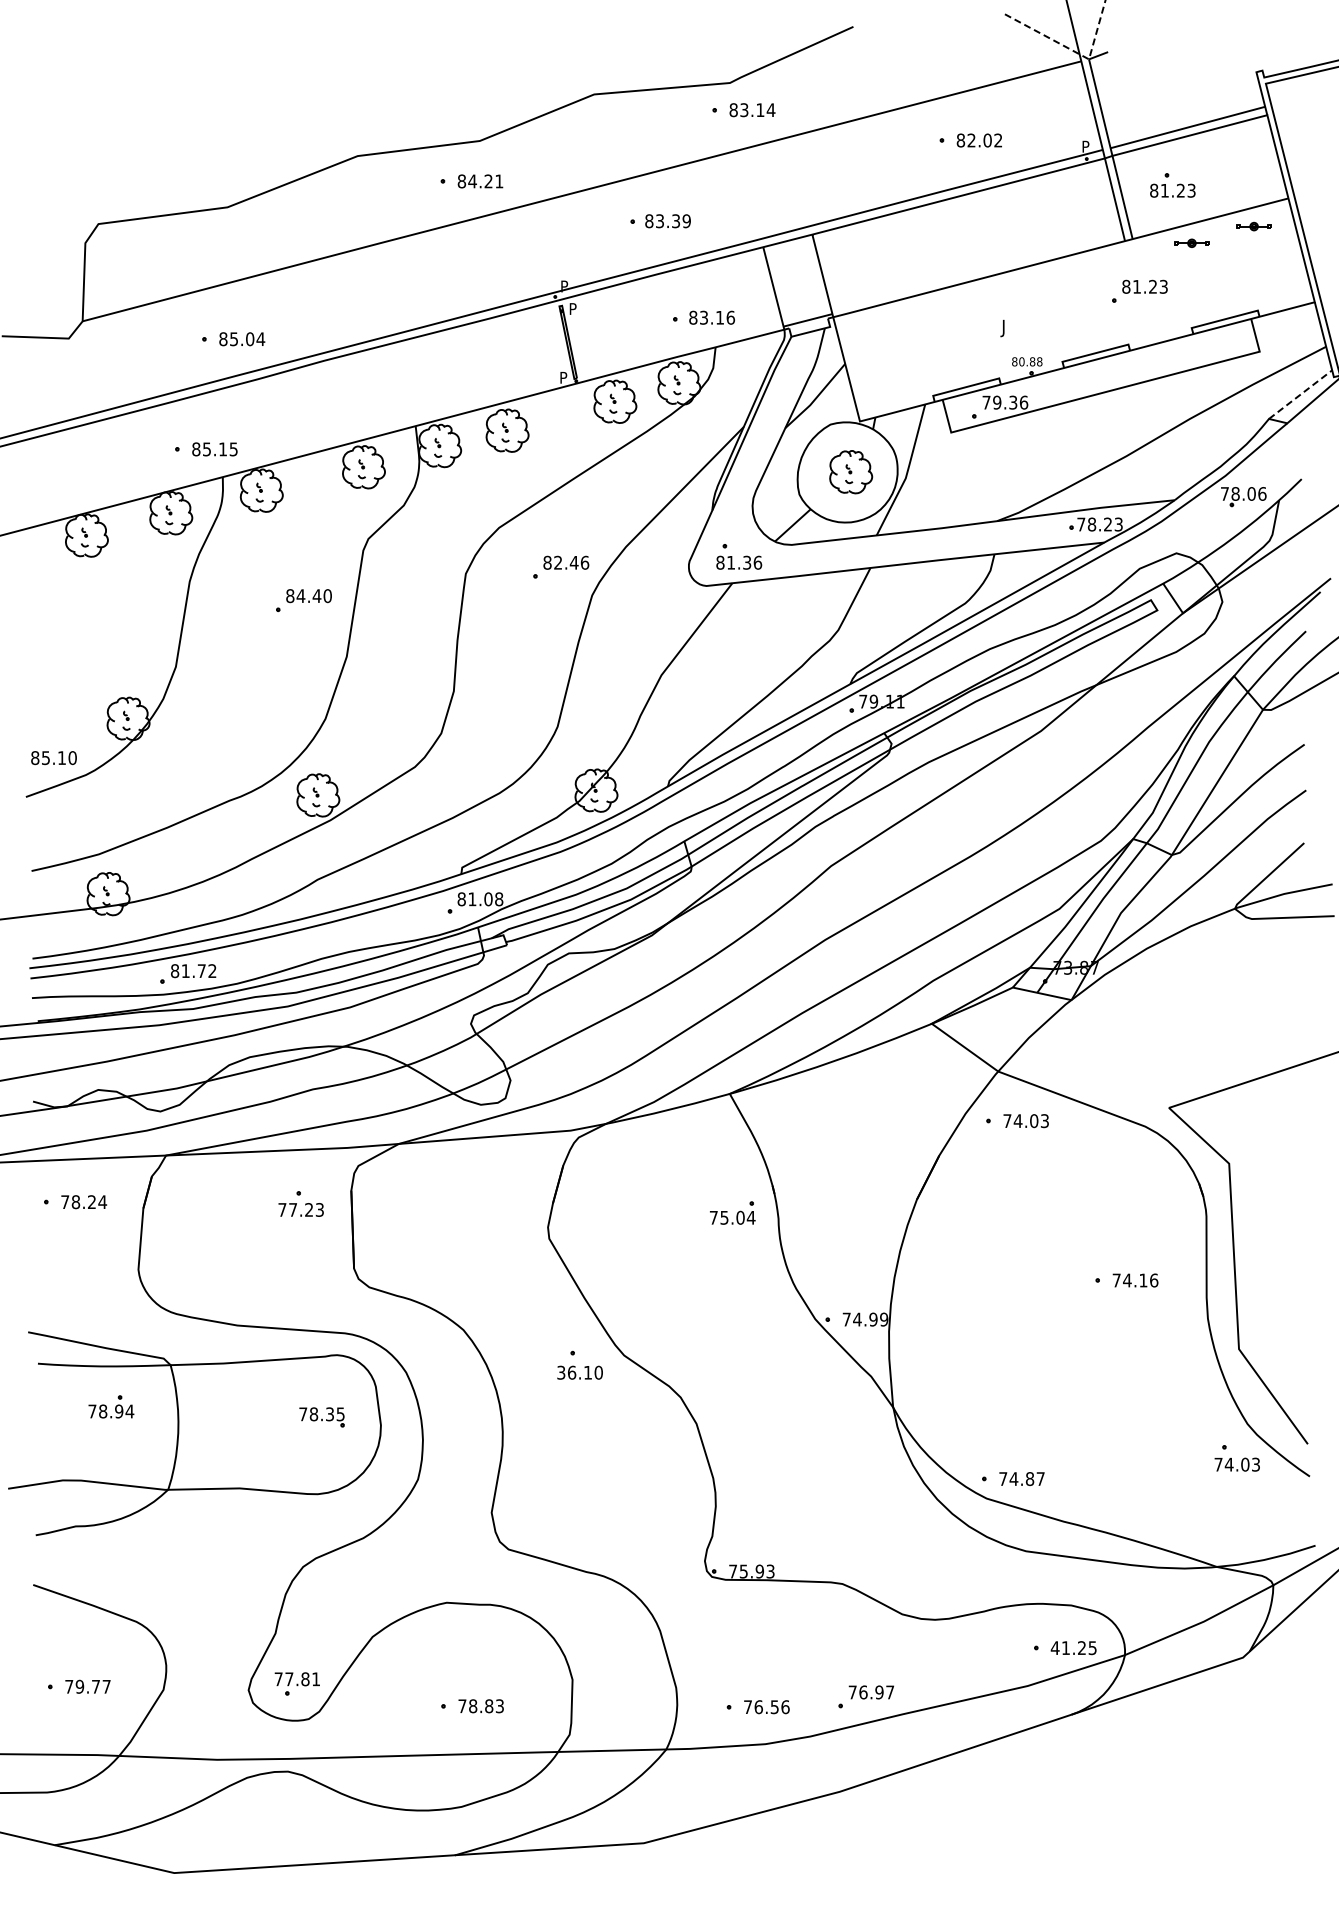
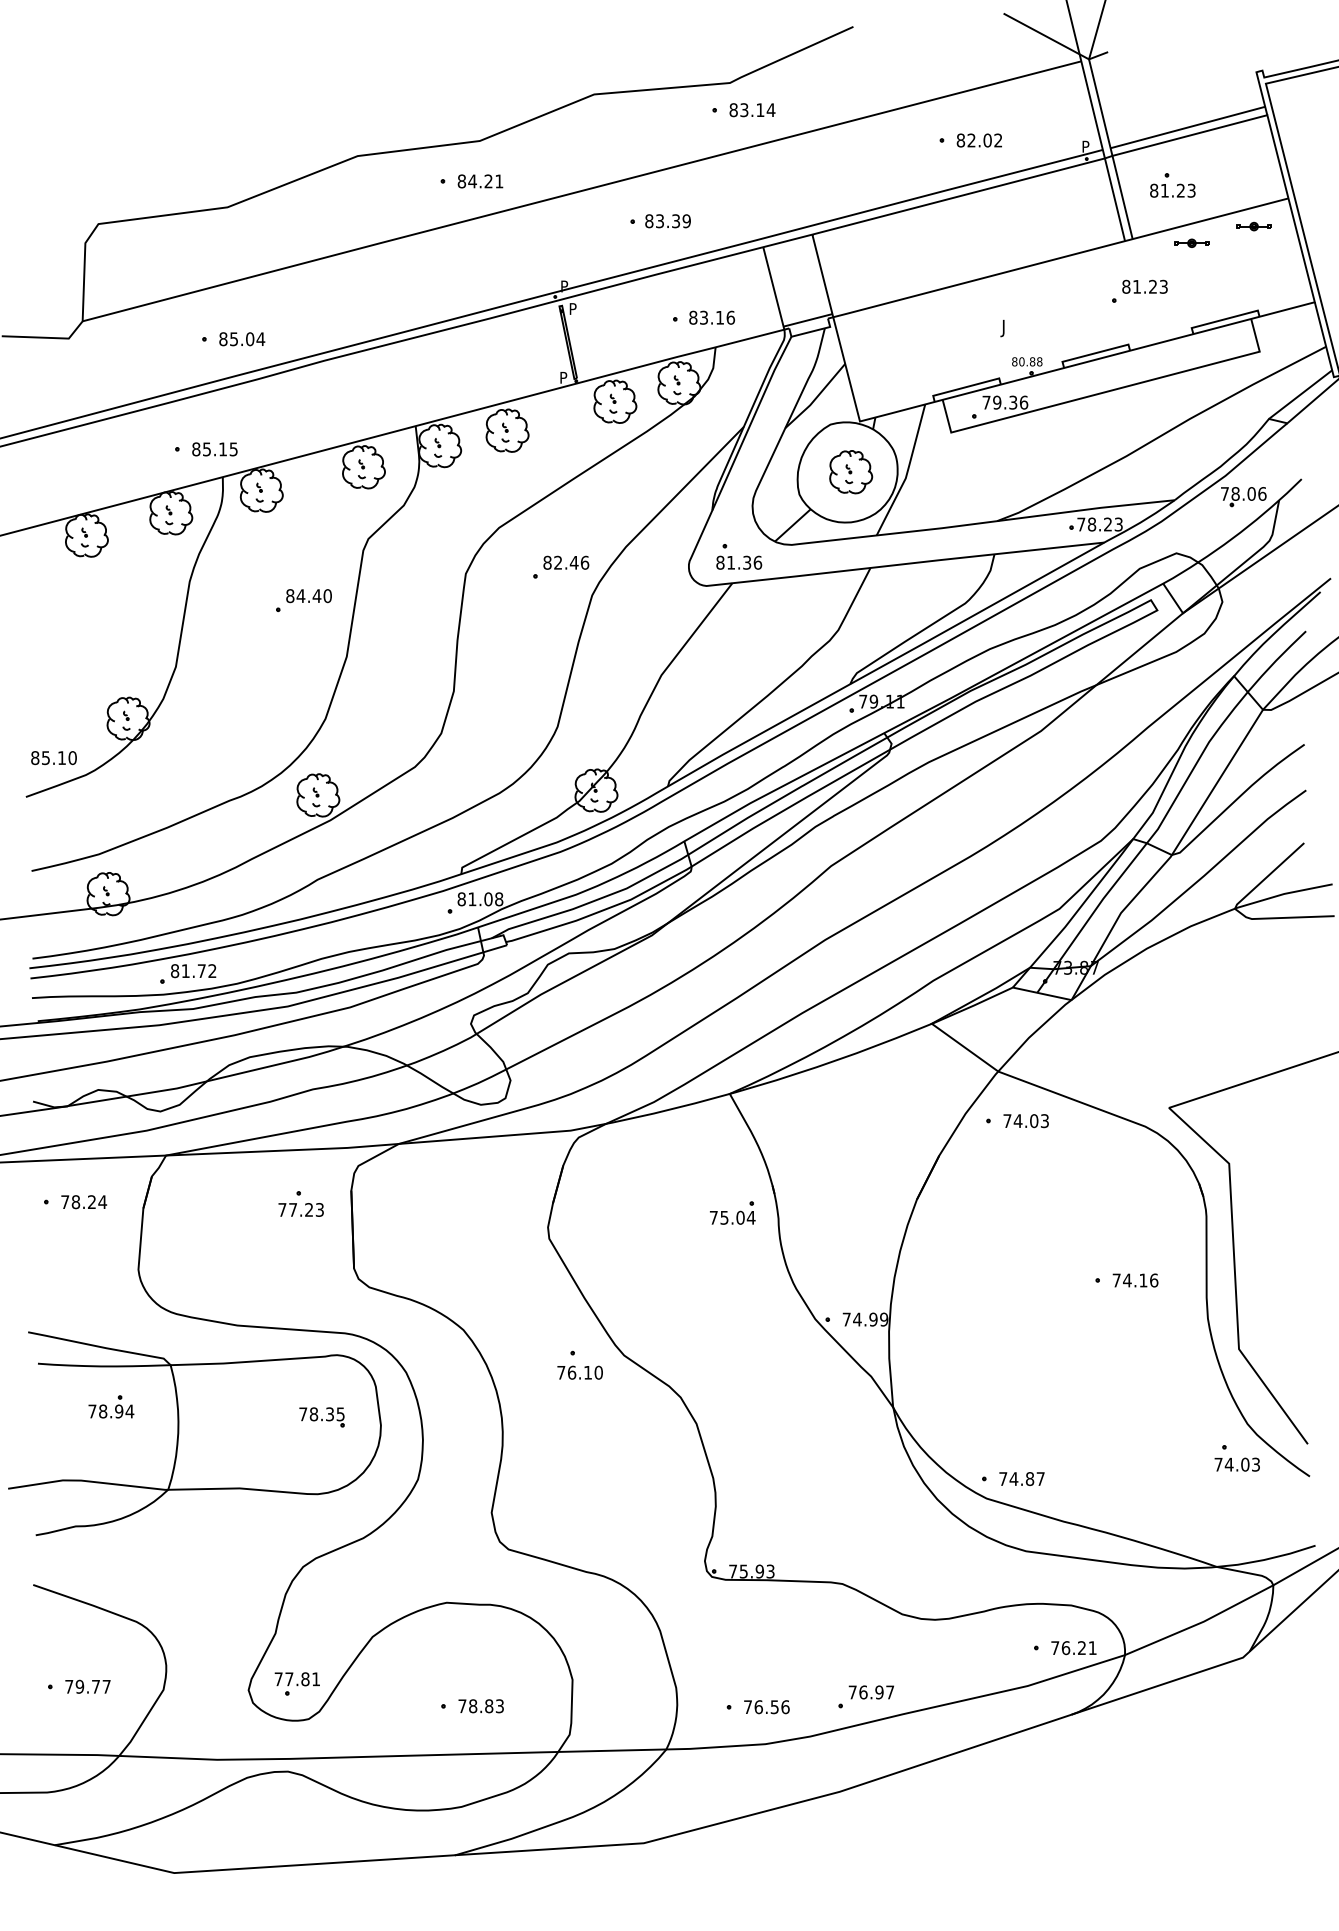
line at (1073, 50): dashed -> solid
line at (1300, 394): dashed -> solid
text at (561, 1372): 36.10 -> 76.10
text at (1073, 1648): 41.25 -> 76.21
